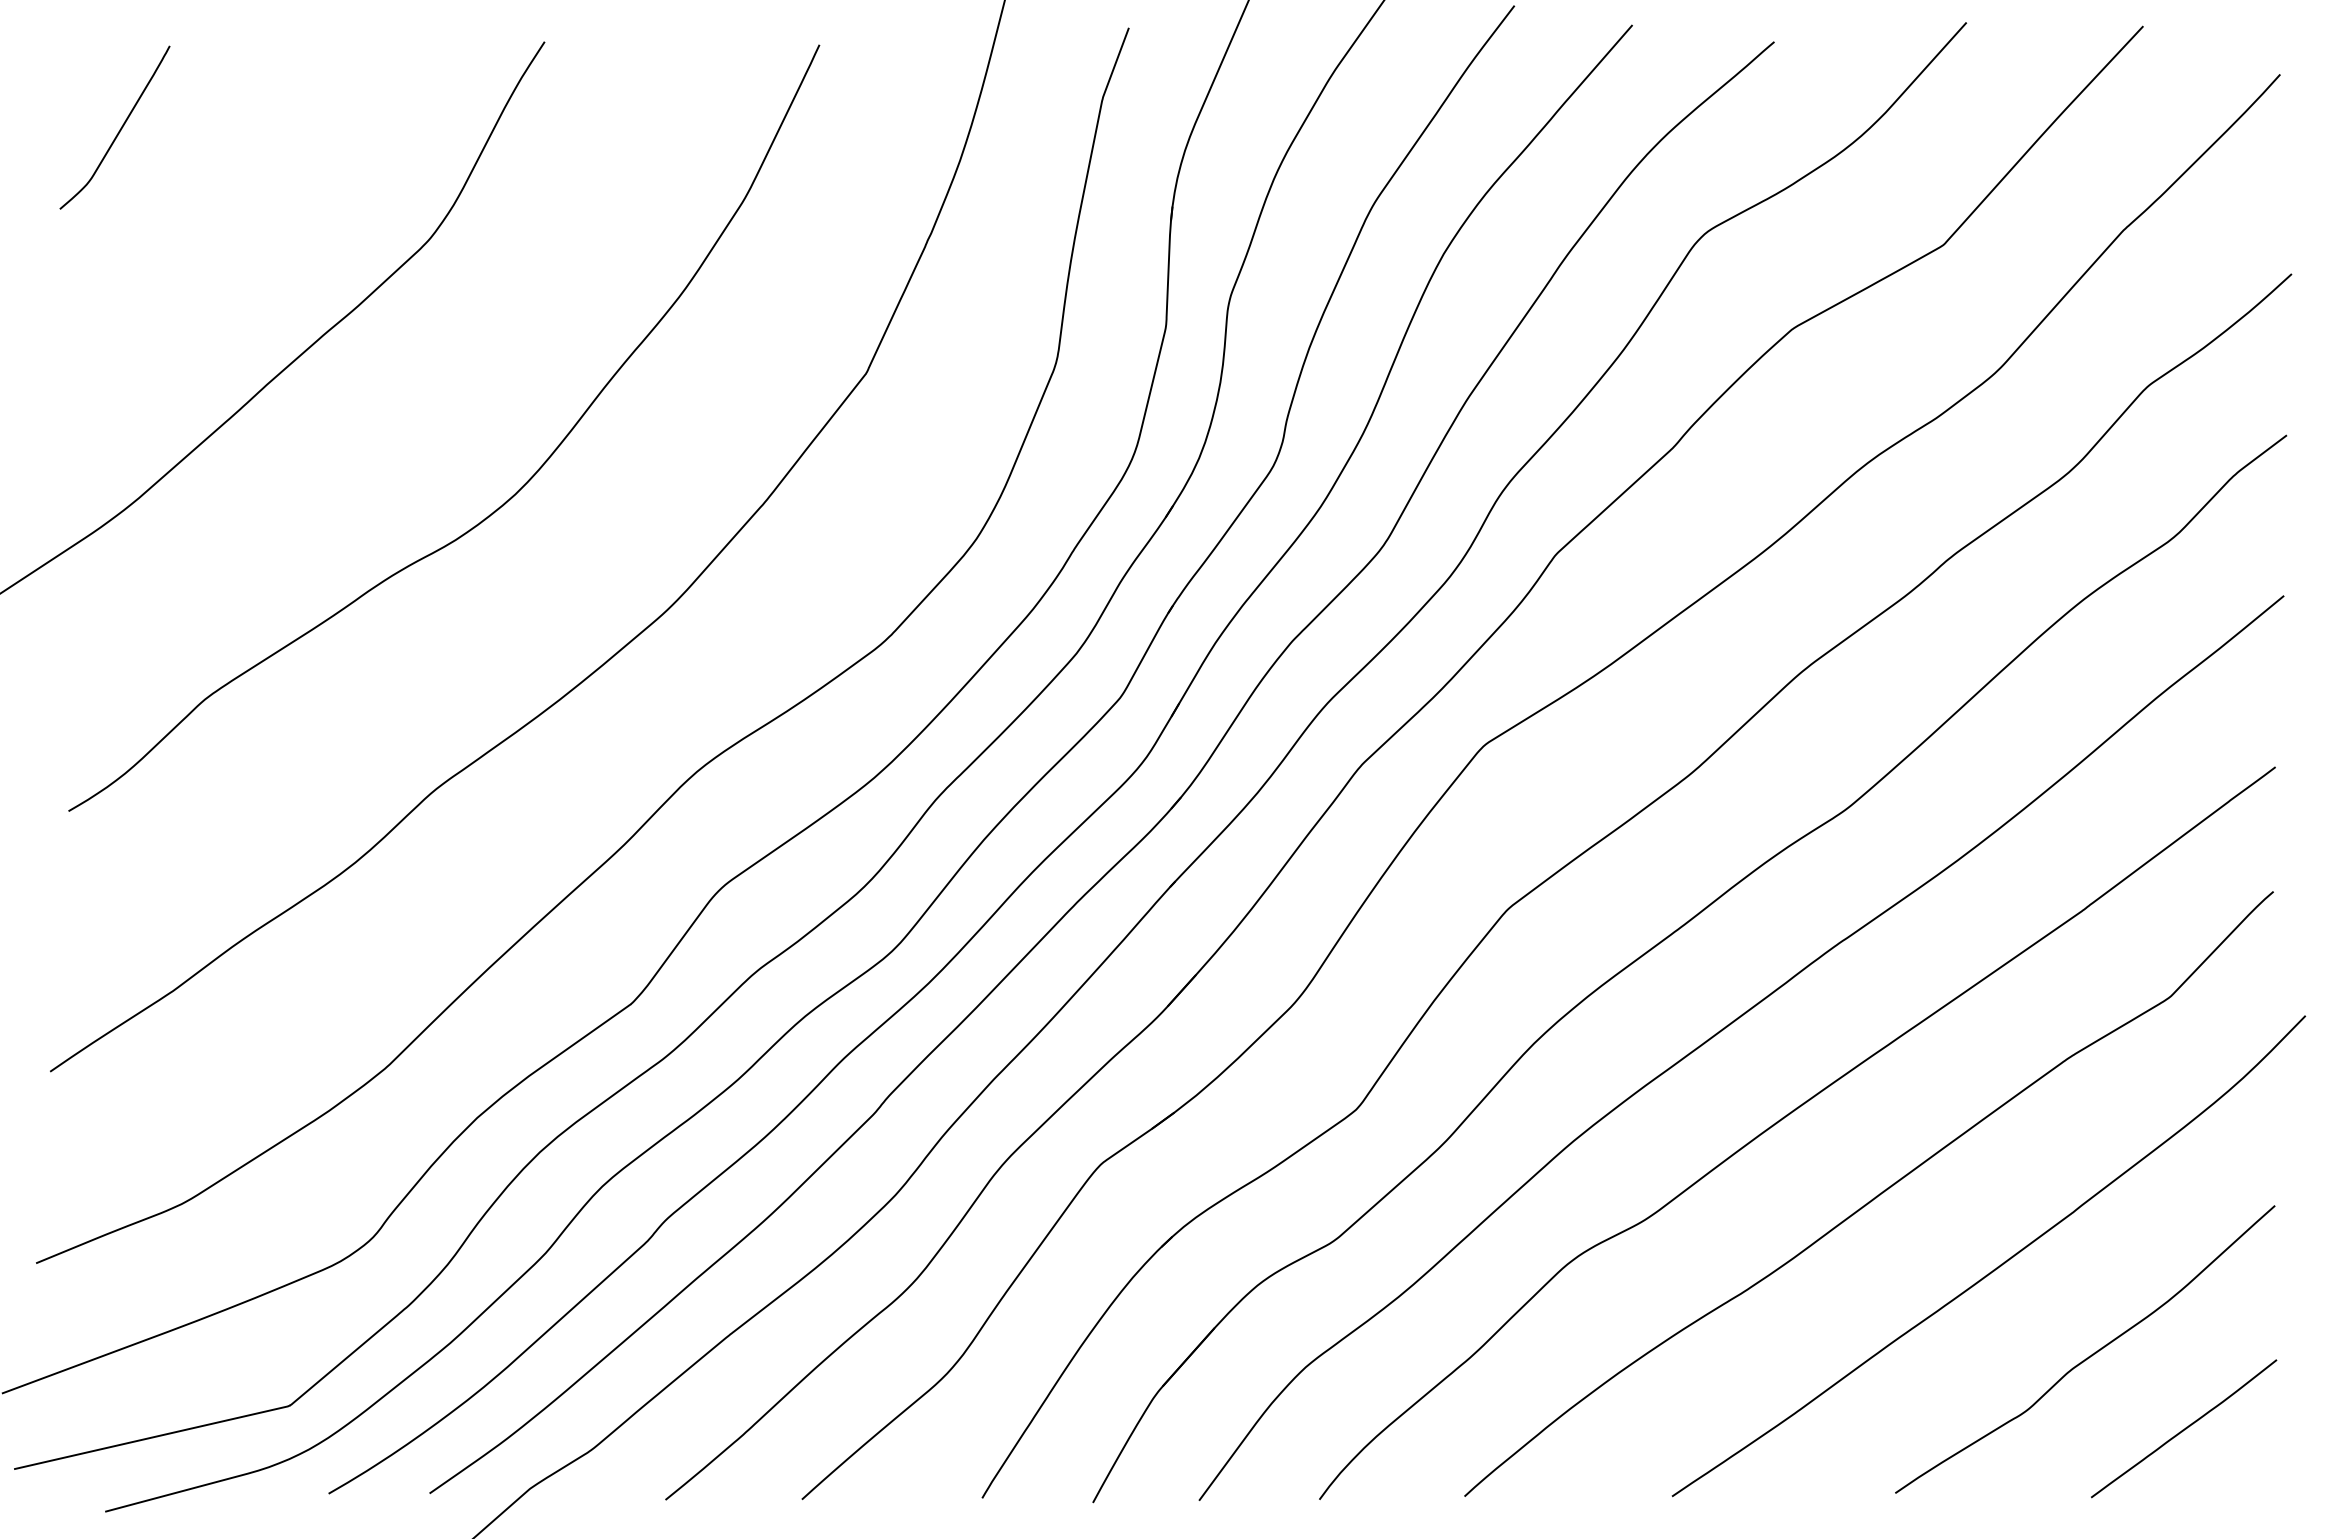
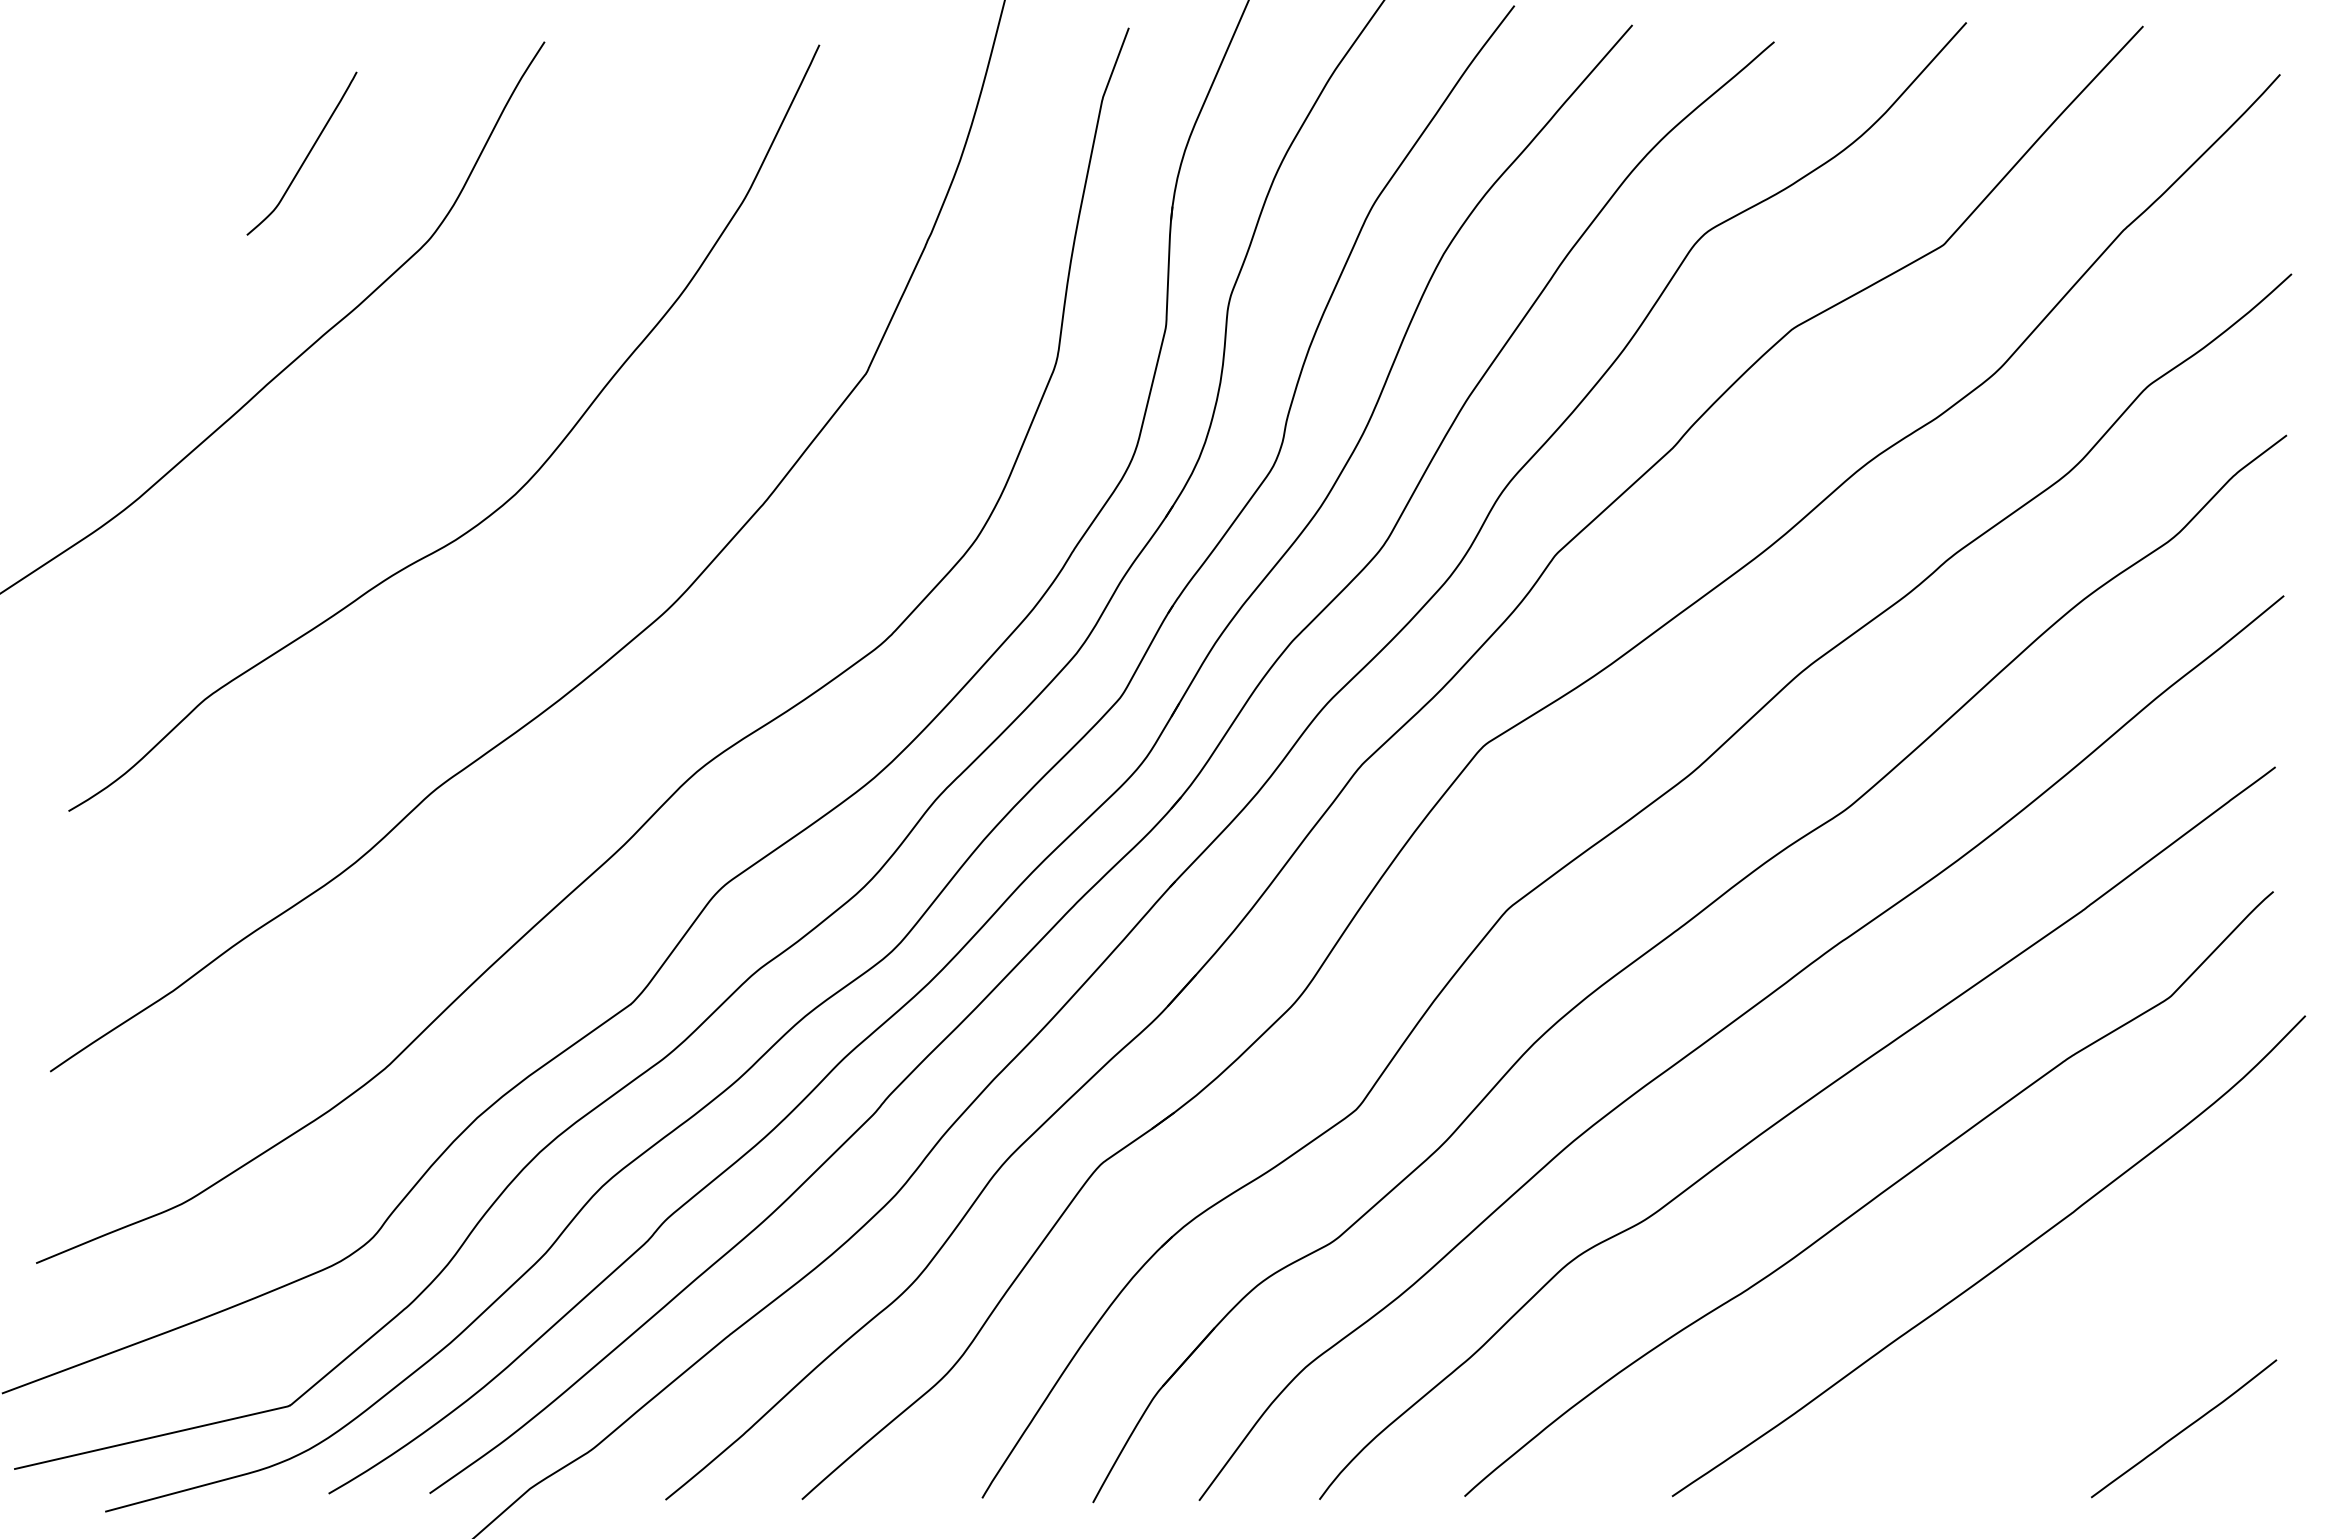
curve at (119, 129) position: (119, 129) -> (306, 155)
curve at (2088, 1356): present -> none
